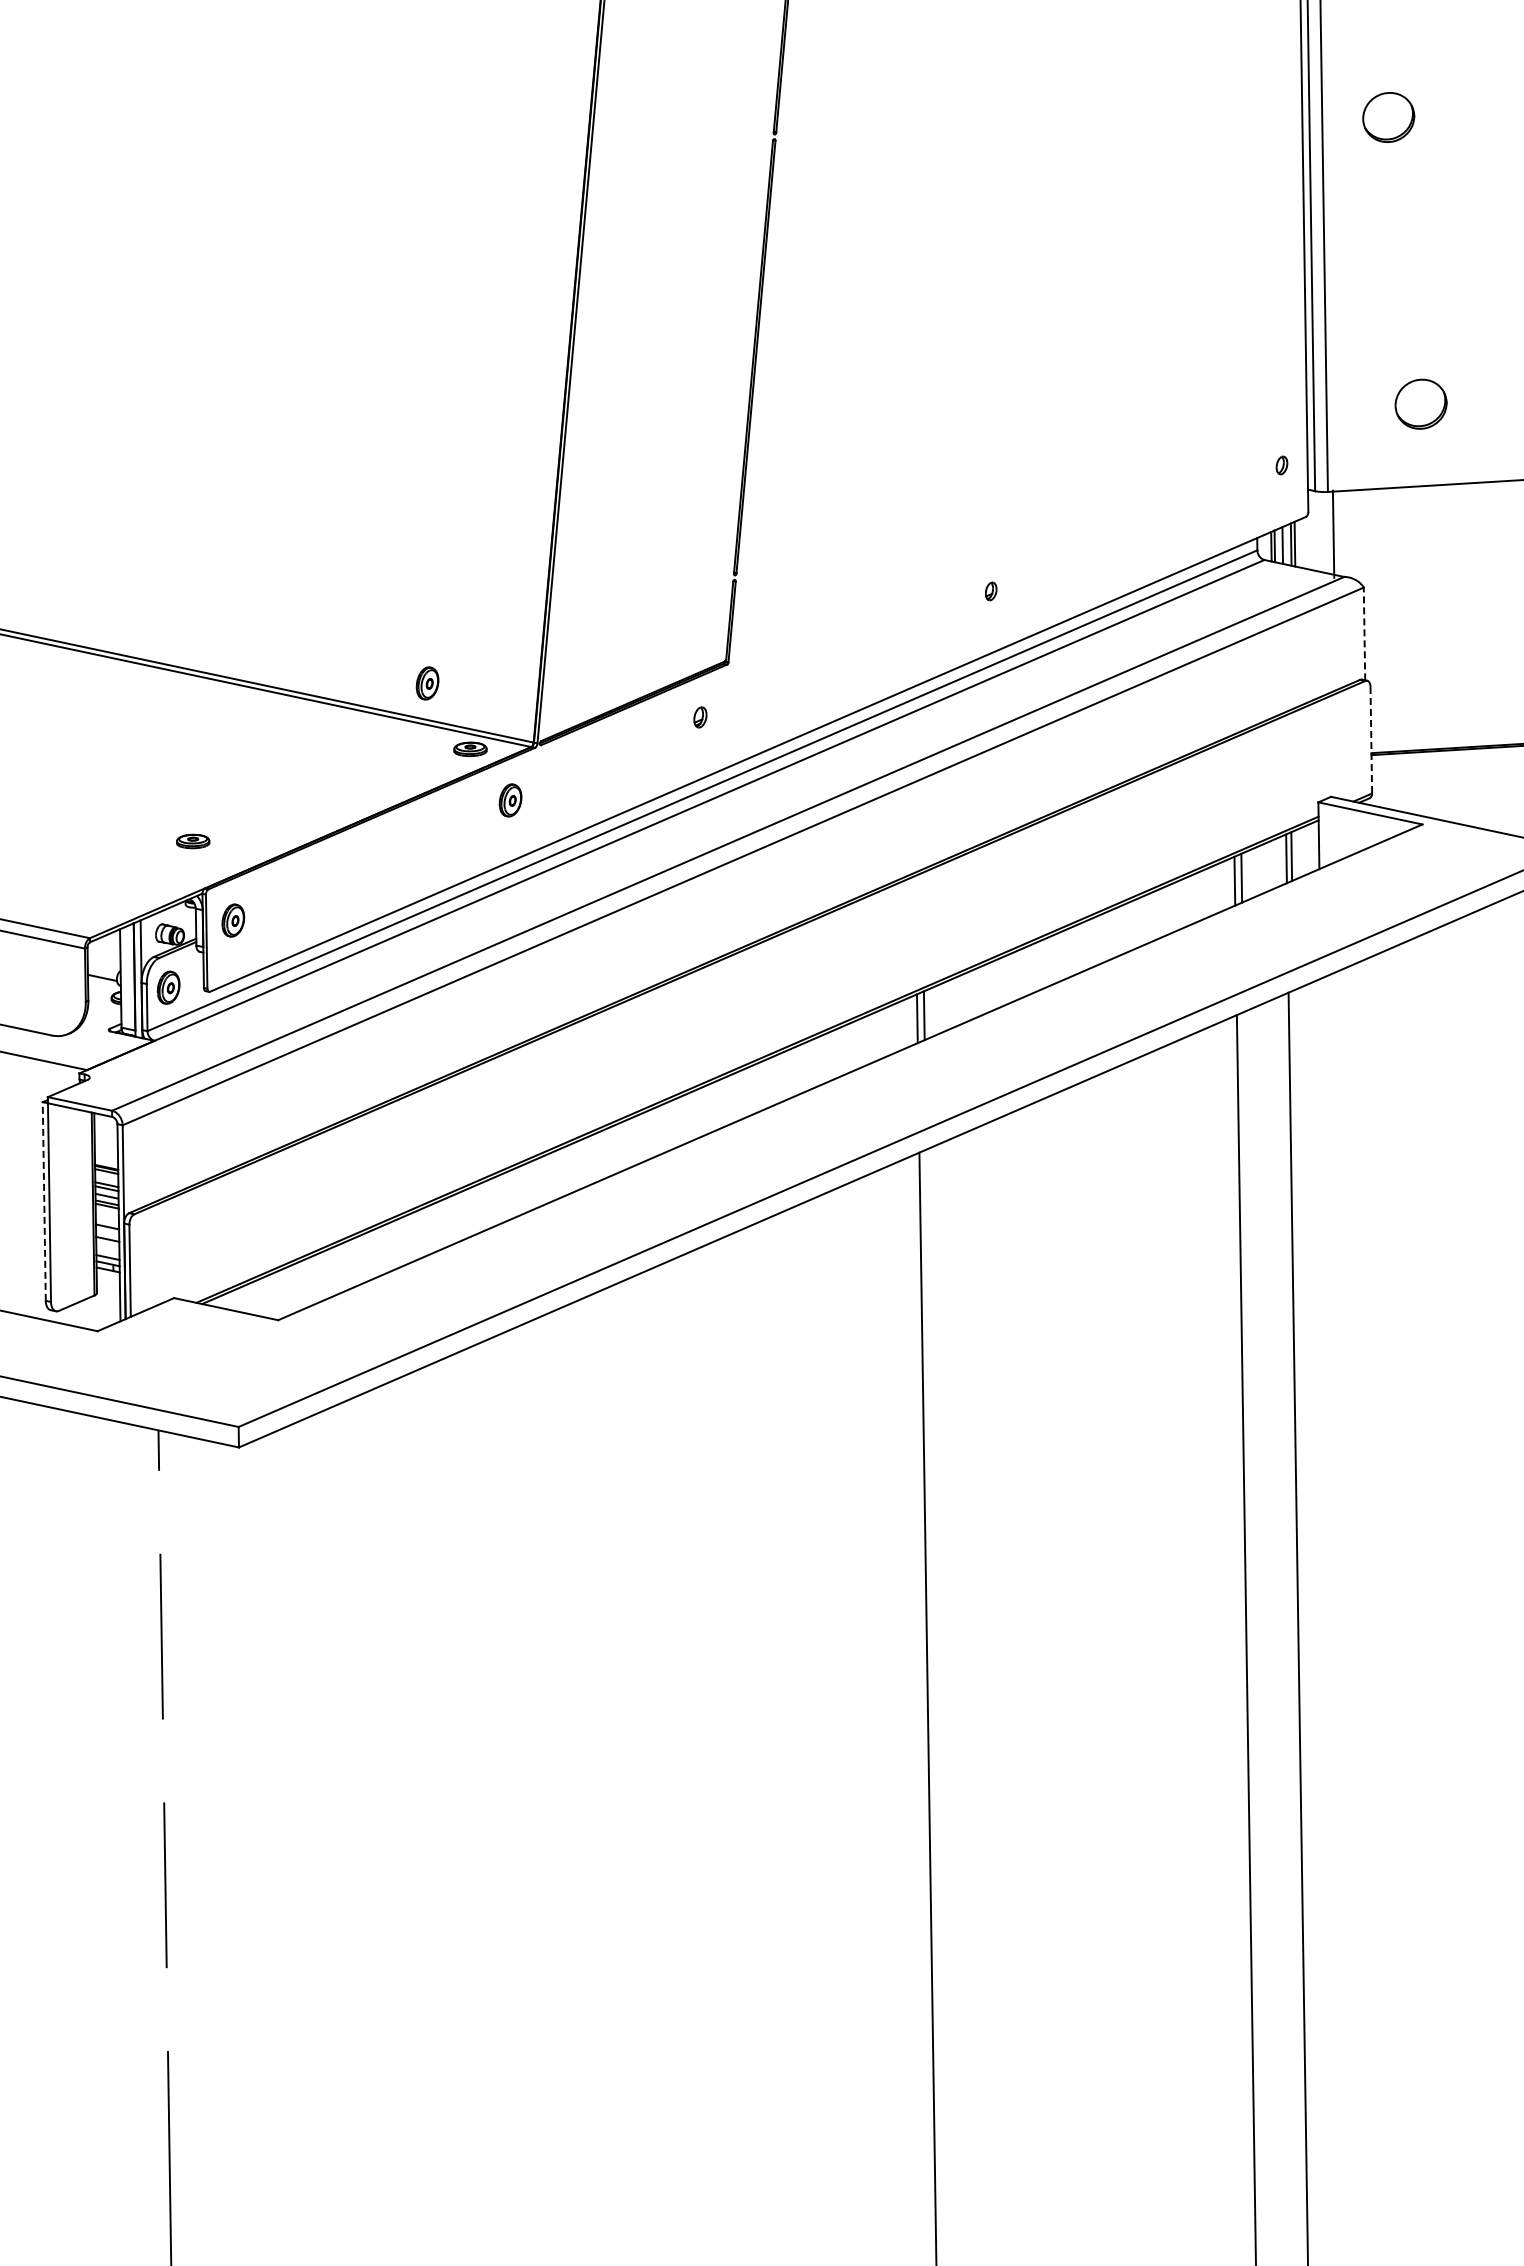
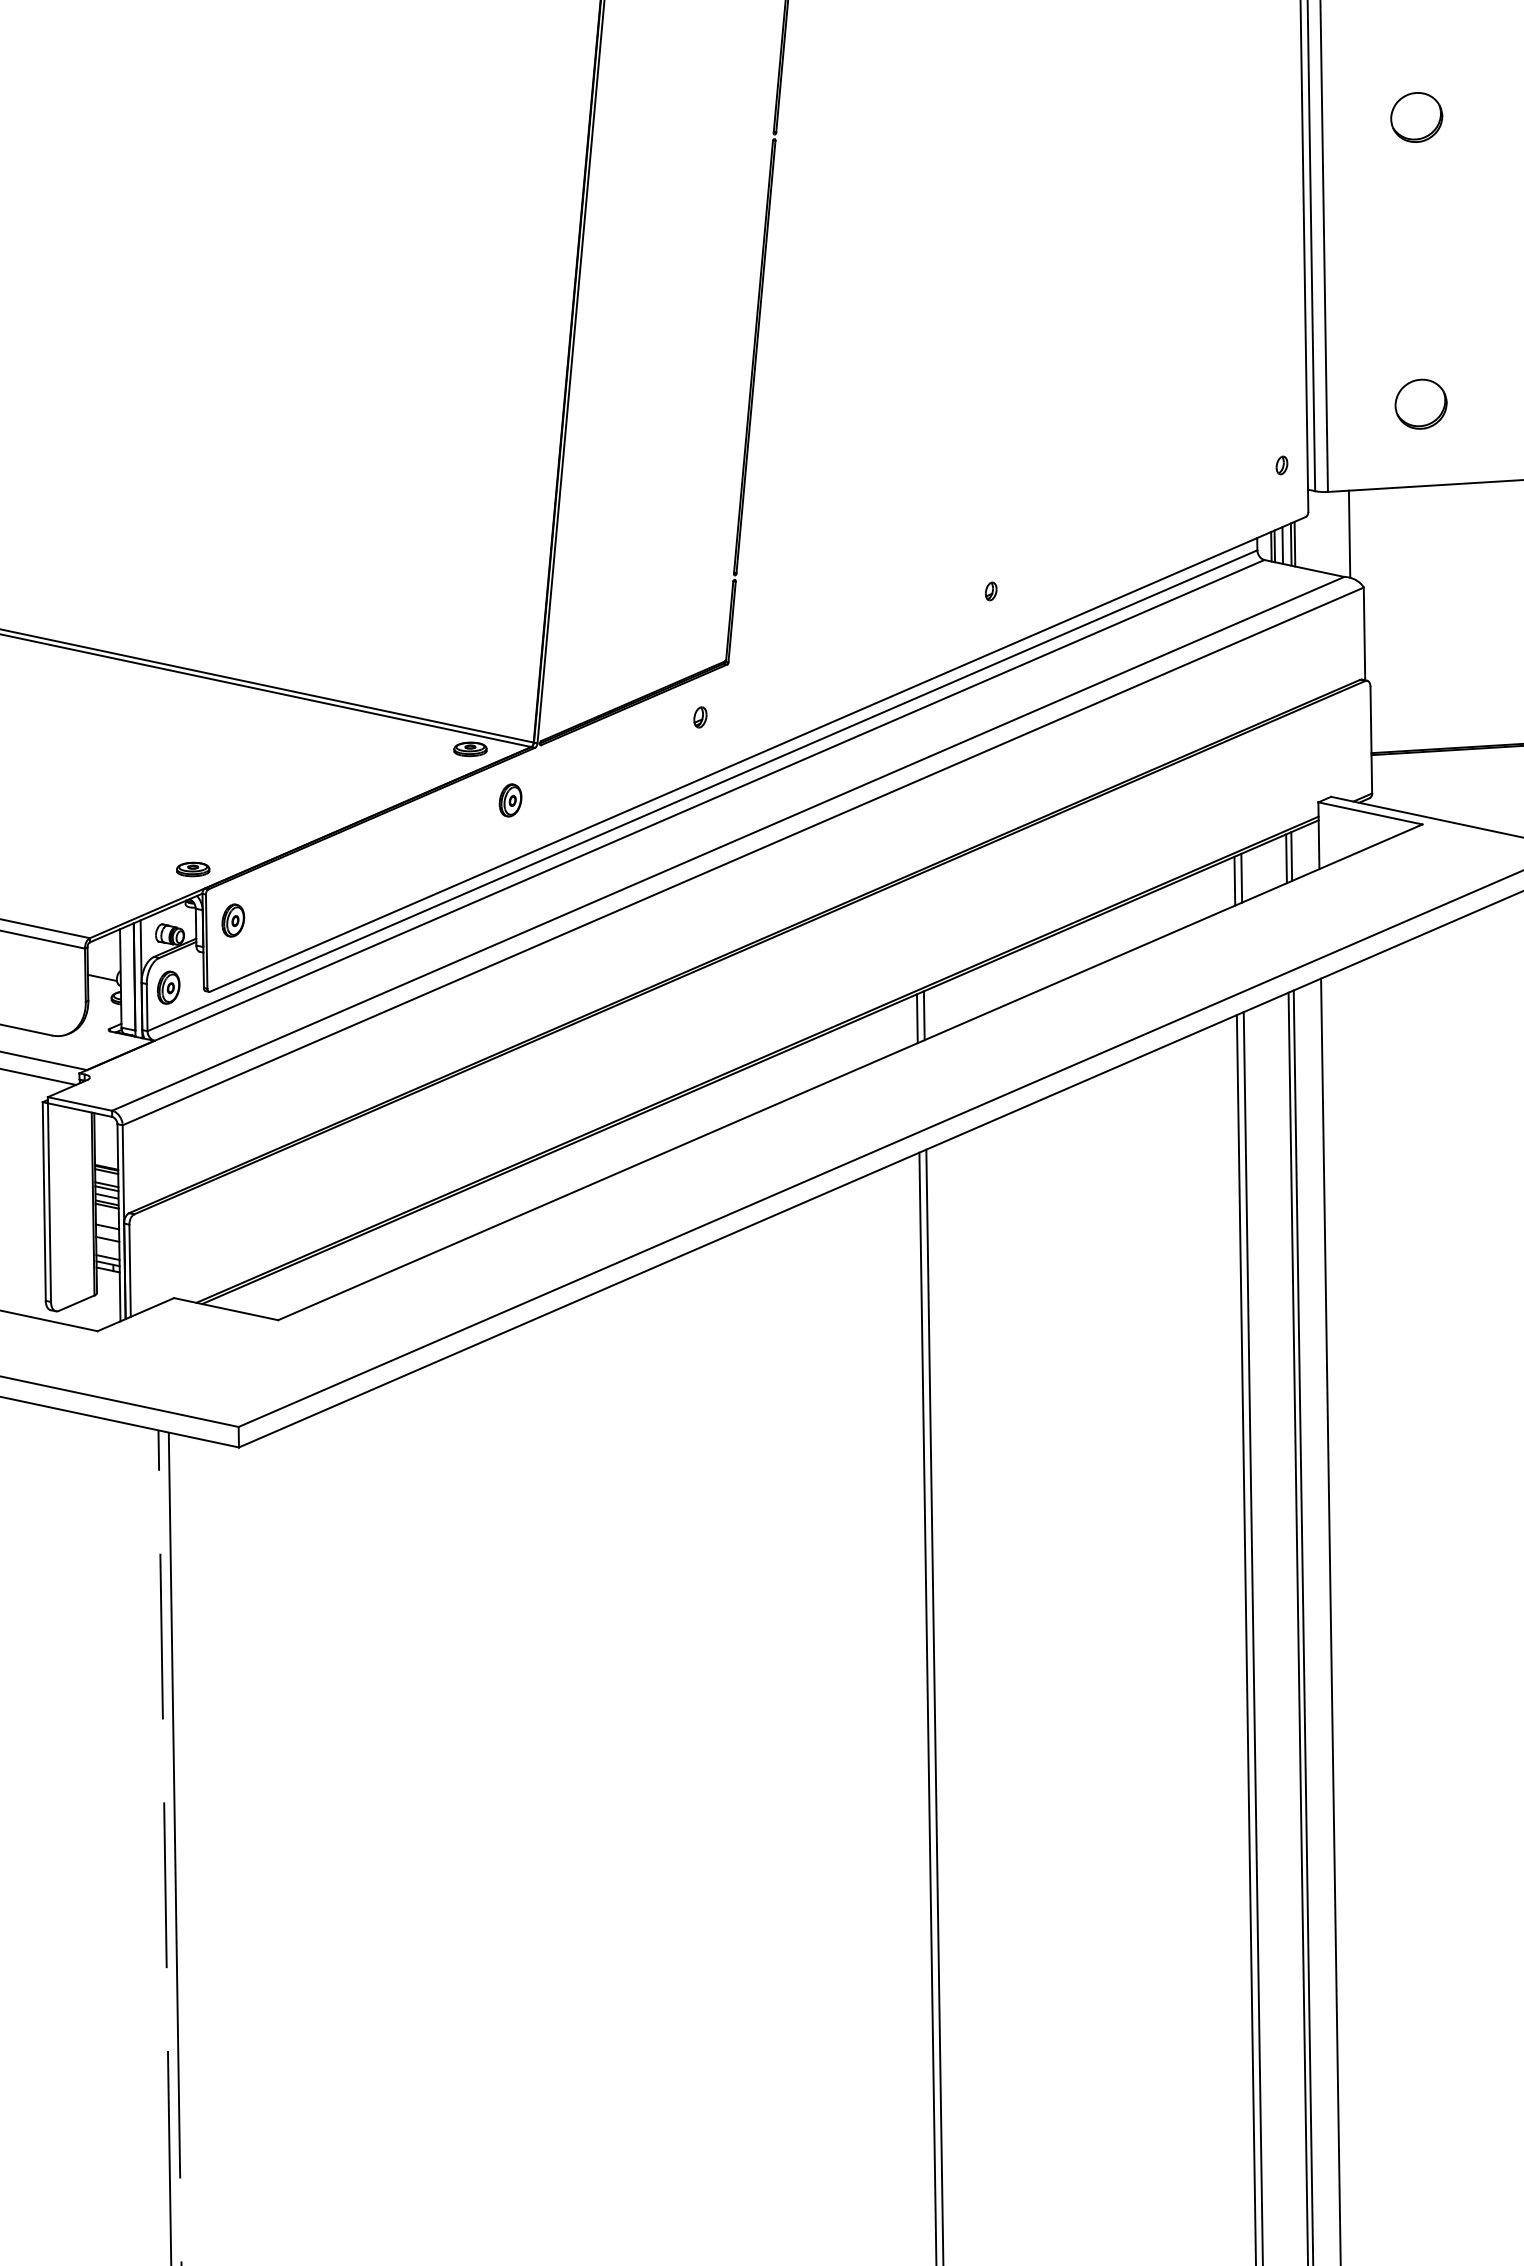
part at (1388, 117) position: (1388, 117) -> (1416, 117)
line at (1333, 533) position: (1333, 533) -> (1349, 533)
line at (1364, 633): dashed -> solid
part at (427, 683): present -> none
line at (1371, 740): dashed -> solid
part at (193, 841) position: (193, 841) -> (193, 869)
line at (39, 1076): none -> present
line at (44, 1201): dashed -> solid
line at (1330, 1620): none -> present
line at (1303, 1626): none -> present
line at (1252, 1637): none -> present
line at (934, 1705): none -> present
line at (174, 1847): none -> present
